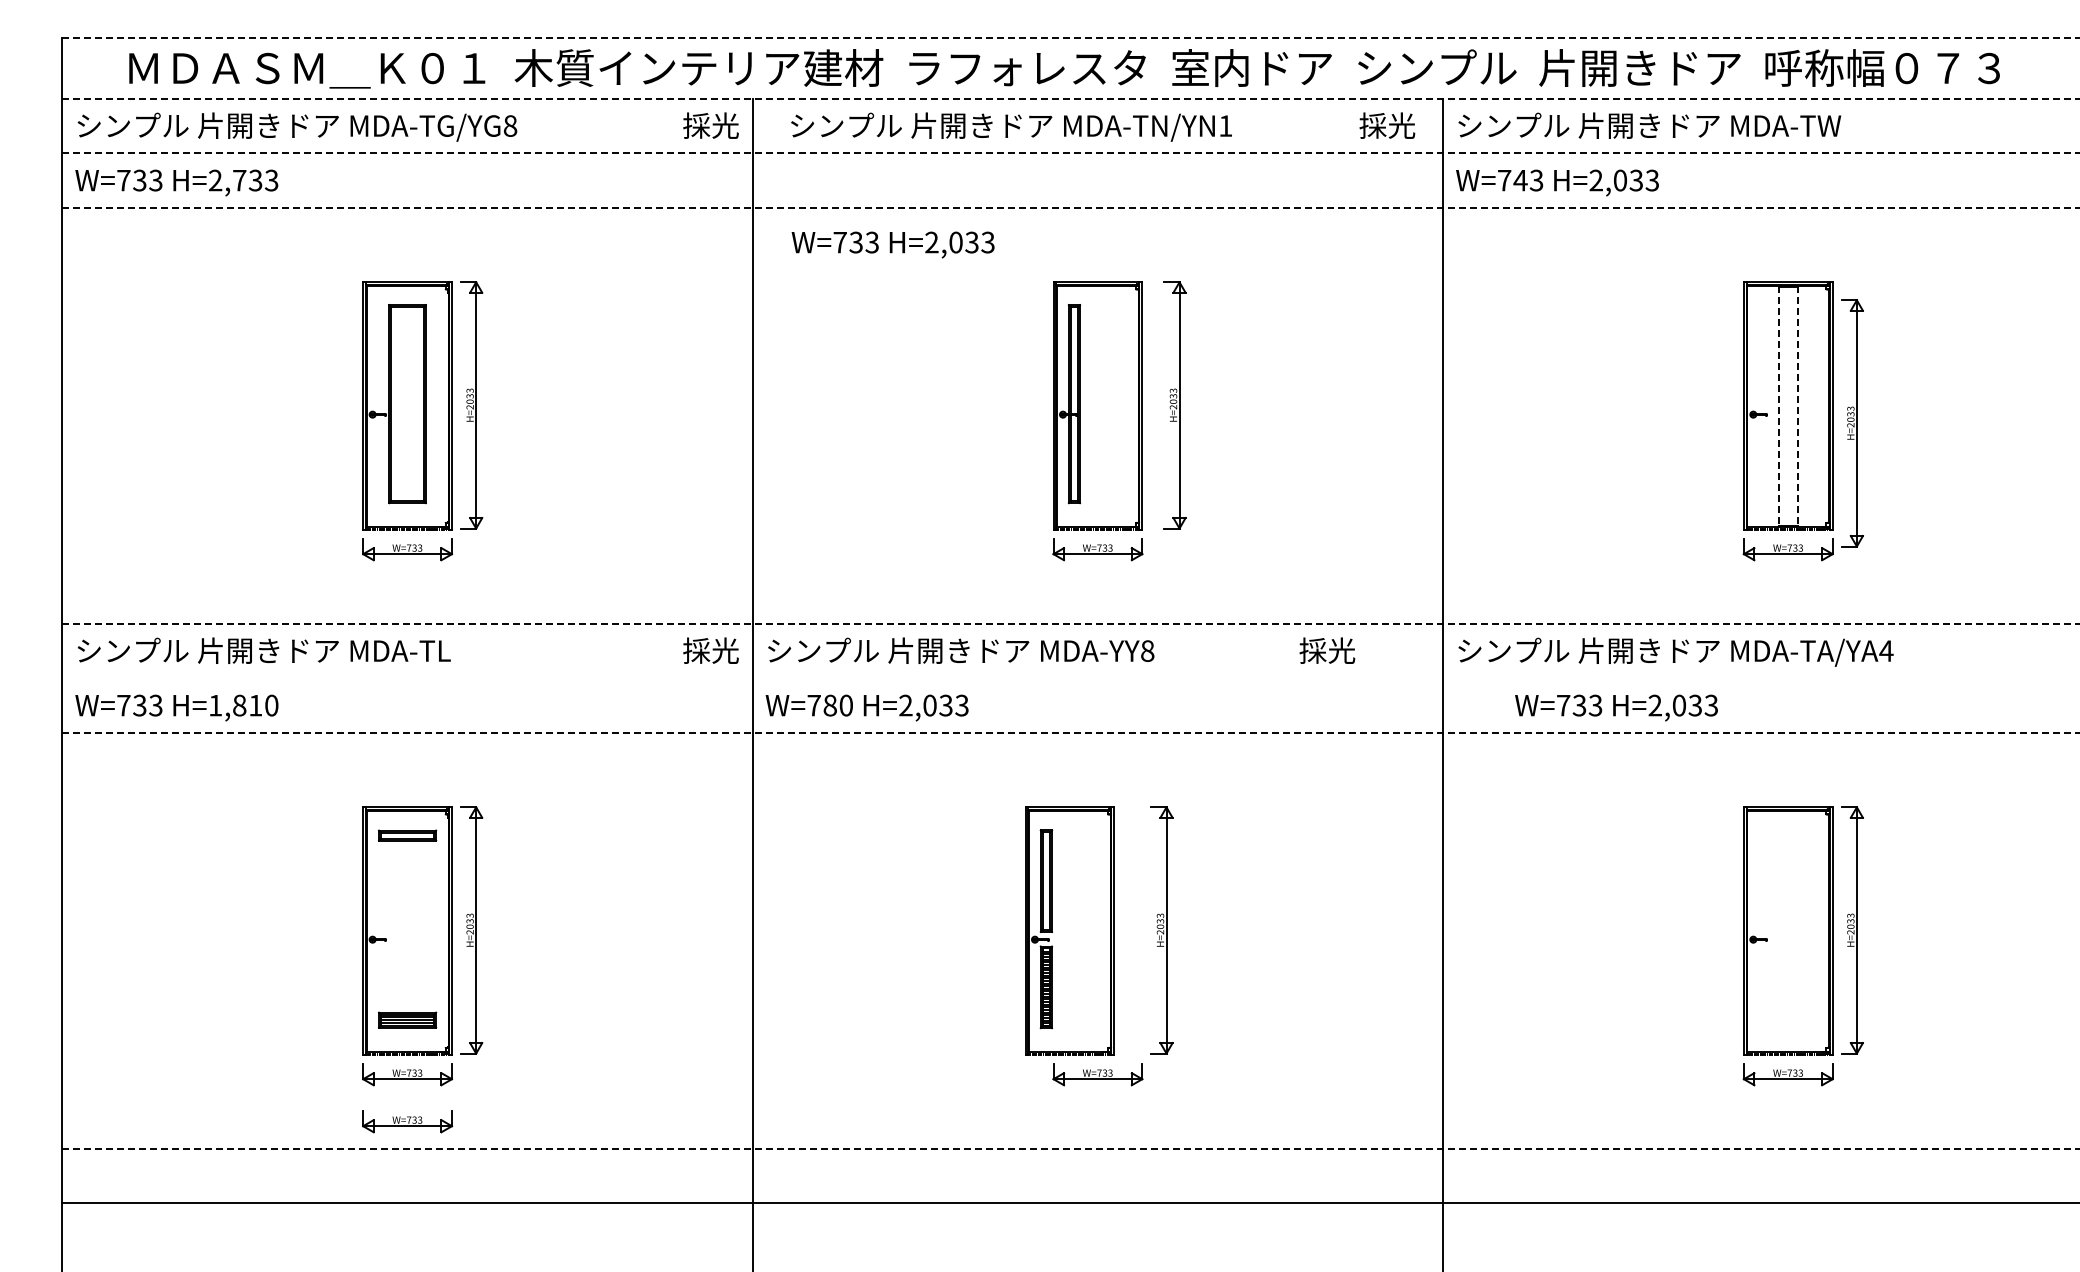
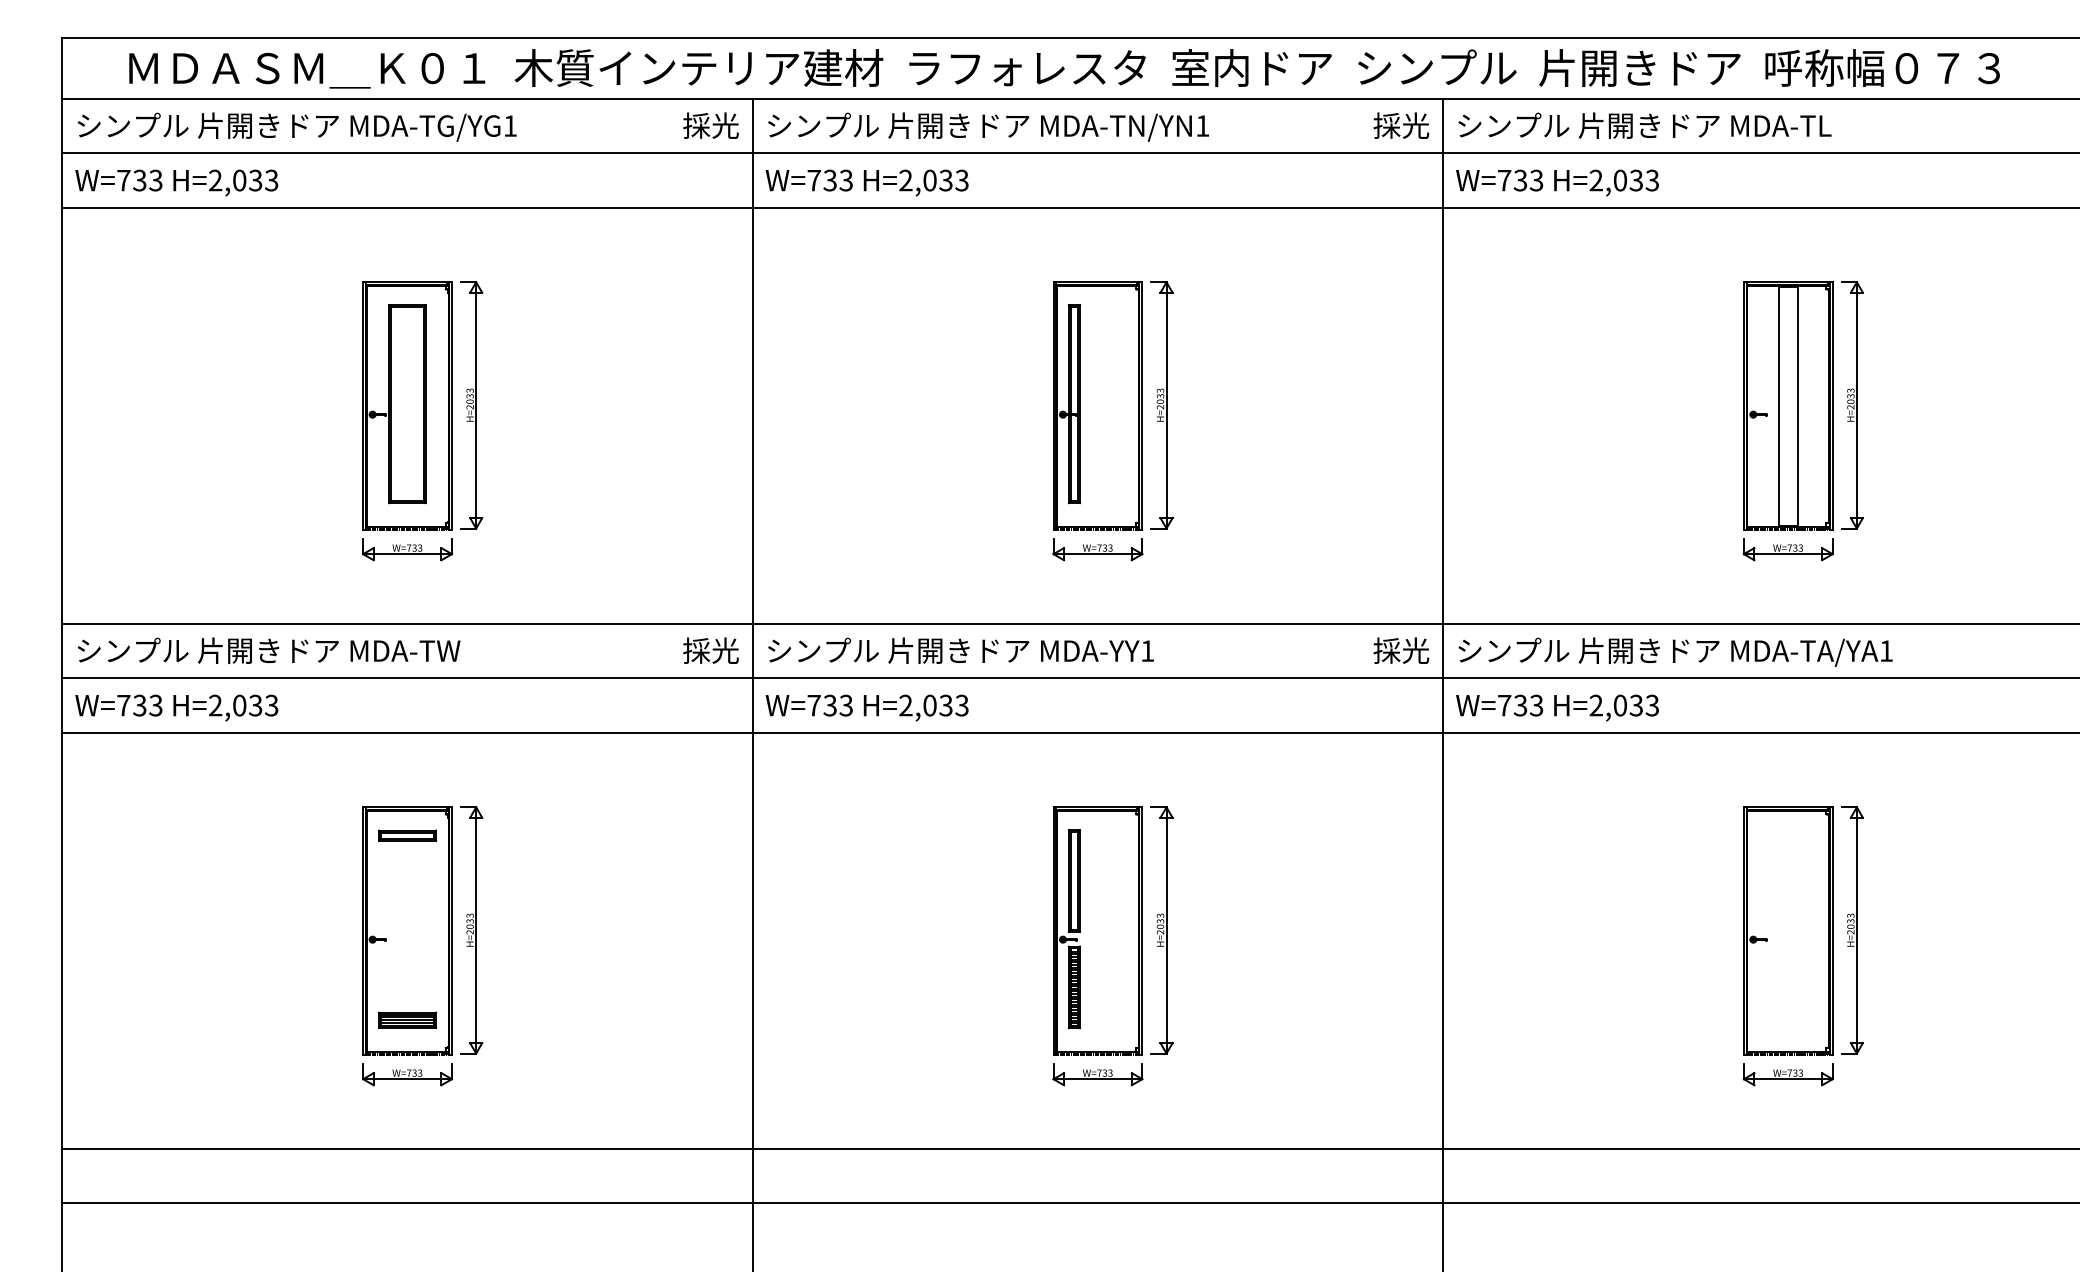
line at (1071, 38): dashed -> solid
line at (1071, 98): dashed -> solid
text at (510, 125): MDA-TG/YG8 -> MDA-TG/YG1
text at (1387, 125) position: (1387, 125) -> (1401, 125)
text at (1829, 125): シンプル 片開きドア MDA-TW -> シンプル 片開きドア MDA-TL
text at (1011, 126) position: (1011, 126) -> (988, 126)
line at (1071, 153): dashed -> solid
text at (239, 180): H=2,733 -> H=2,033
text at (1520, 180): W=743 -> W=733
line at (1071, 207): dashed -> solid
text at (892, 244) position: (892, 244) -> (866, 182)
part at (1174, 405) position: (1174, 405) -> (1161, 405)
line at (1778, 406): dashed -> solid
line at (1797, 406): dashed -> solid
part at (1852, 423) position: (1852, 423) -> (1852, 405)
line at (1071, 623): dashed -> solid
text at (448, 650): シンプル 片開きドア MDA-TL -> シンプル 片開きドア MDA-TW
text at (1147, 650): MDA-YY8 -> MDA-YY1
text at (1327, 650) position: (1327, 650) -> (1401, 650)
text at (1886, 650): MDA-TA/YA4 -> MDA-TA/YA1
line at (1069, 678): none -> present
text at (243, 705): H=1,810 -> H=2,033
text at (837, 705): W=780 -> W=733
text at (1616, 707) position: (1616, 707) -> (1557, 707)
line at (1071, 732): dashed -> solid
part at (1069, 930) position: (1069, 930) -> (1097, 930)
part at (407, 1121): present -> none
line at (1071, 1148): dashed -> solid
